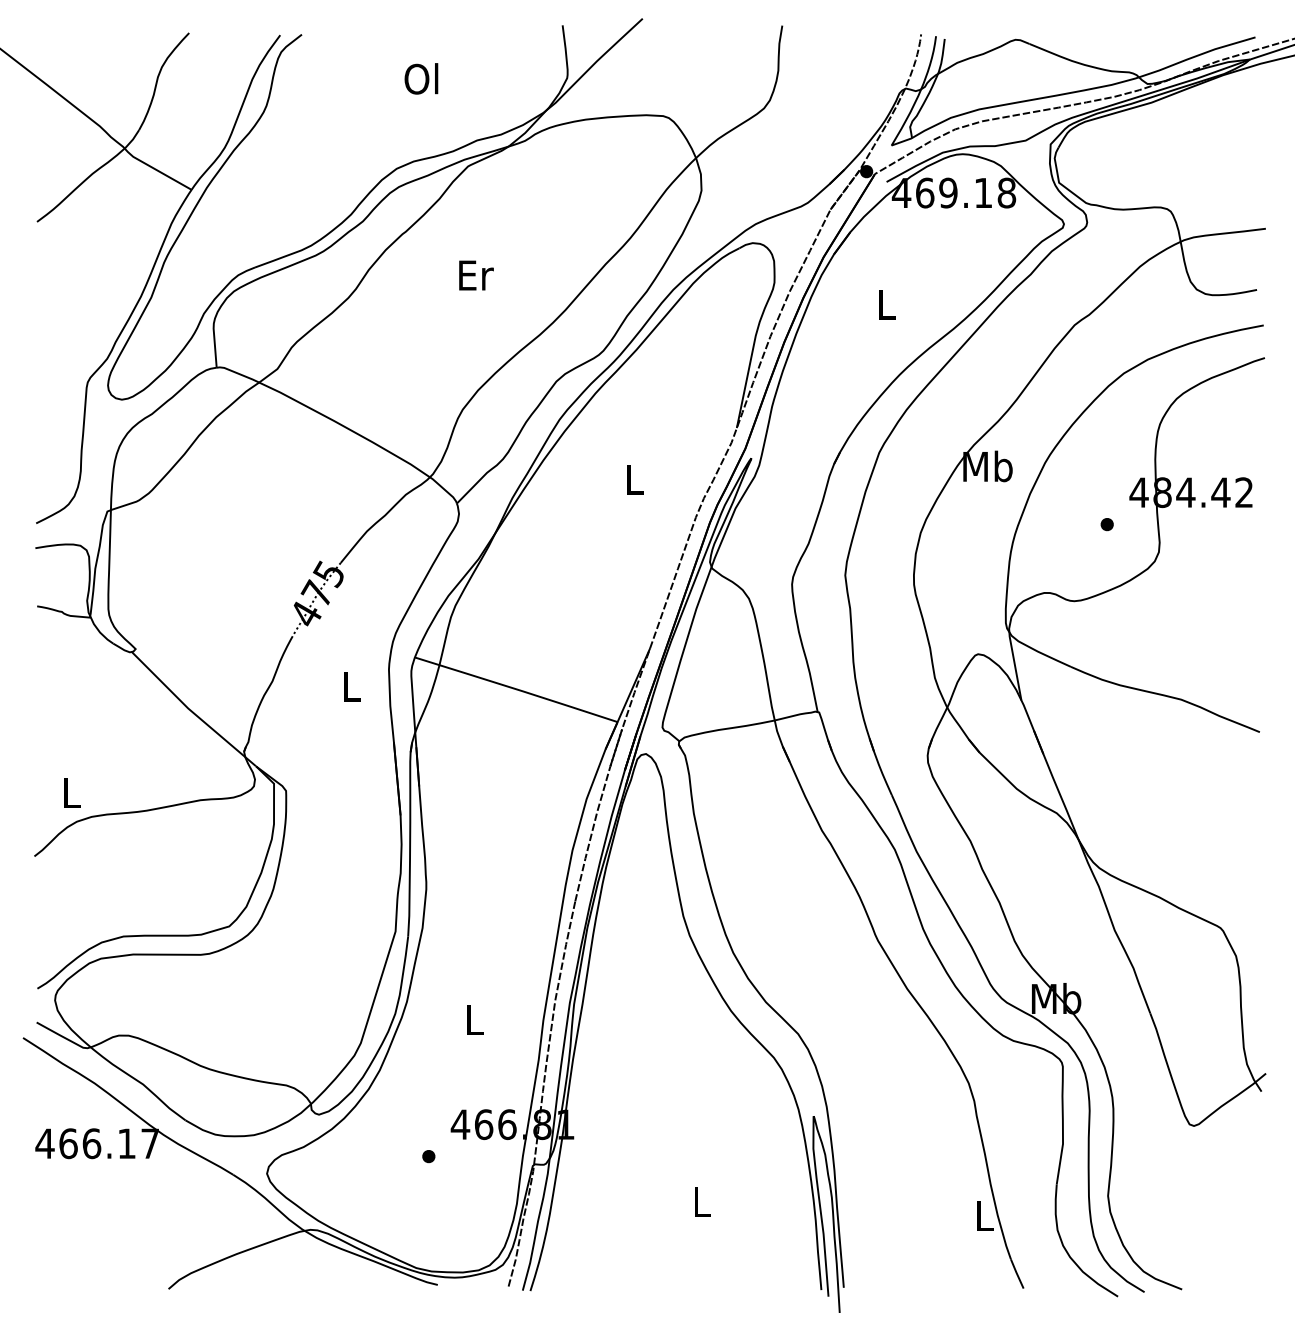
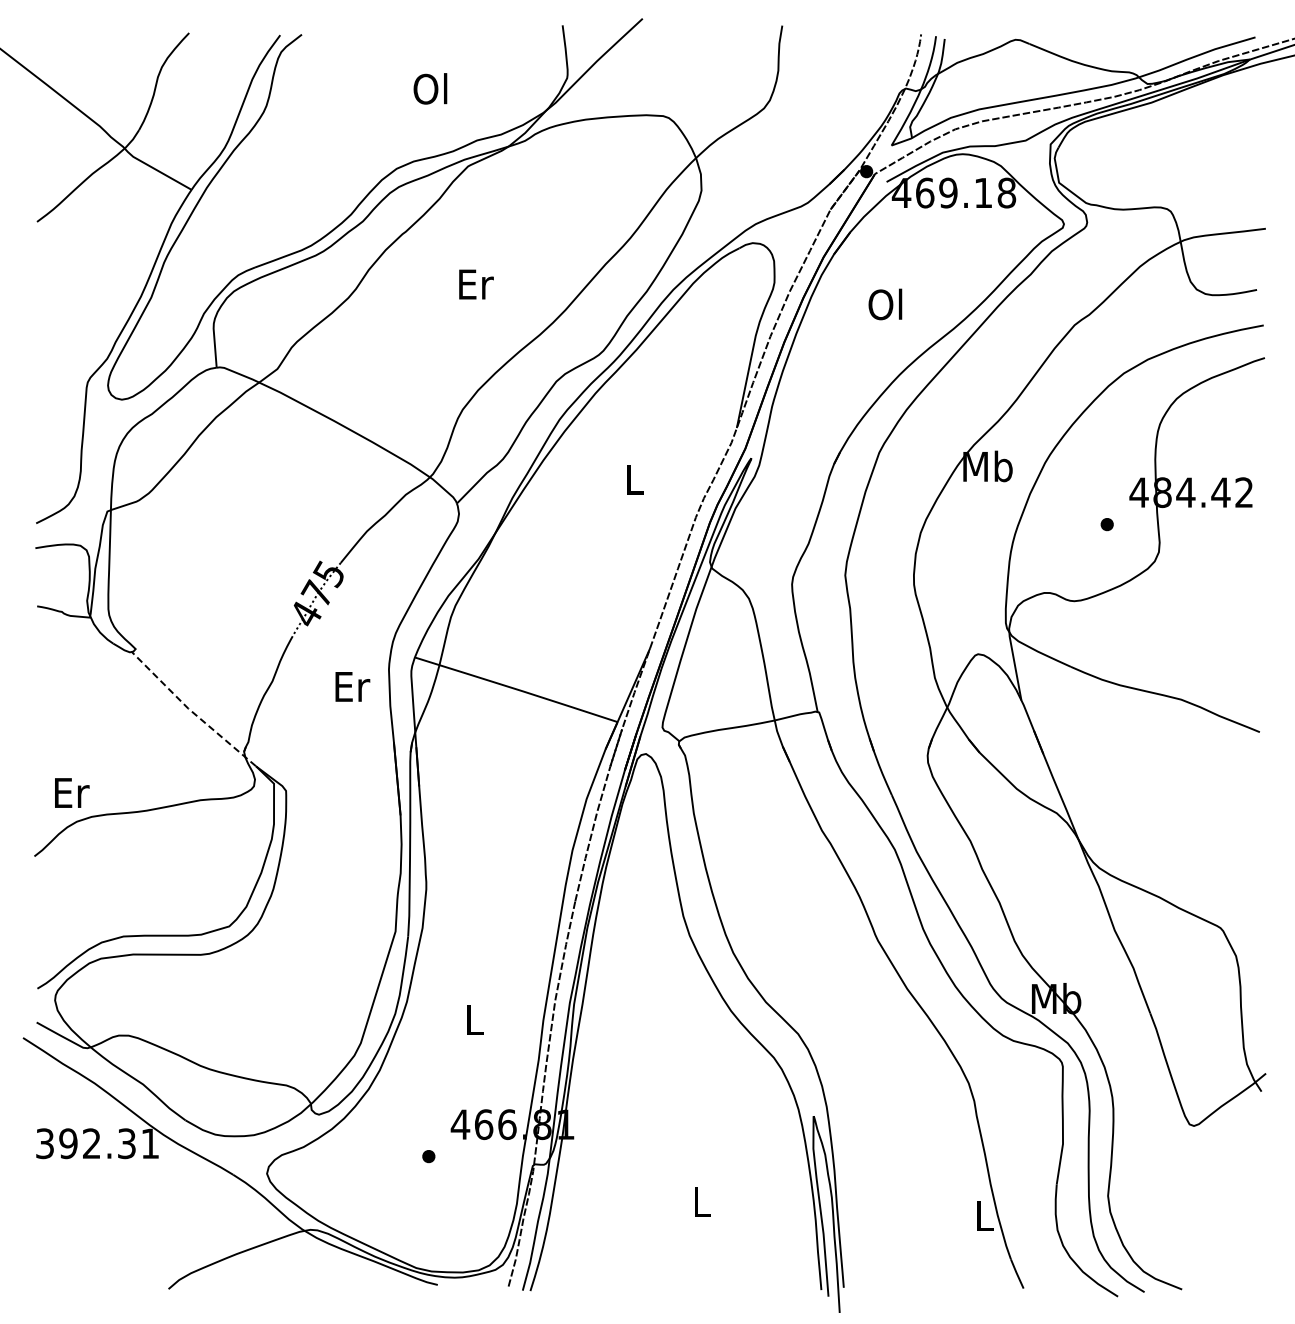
text at (421, 78) position: (421, 78) -> (430, 88)
text at (476, 275) position: (476, 275) -> (476, 284)
text at (885, 304): L -> Ol
text at (352, 686): L -> Er
line at (191, 711): solid -> dashed
text at (72, 792): L -> Er
text at (96, 1143): 466.17 -> 392.31
